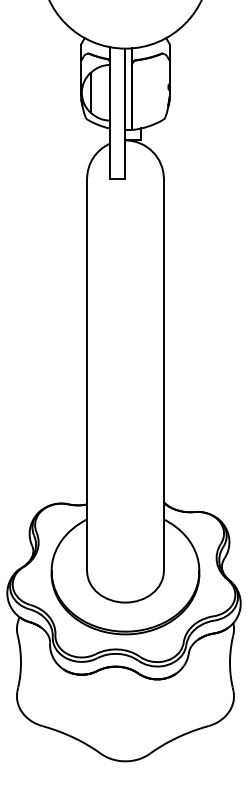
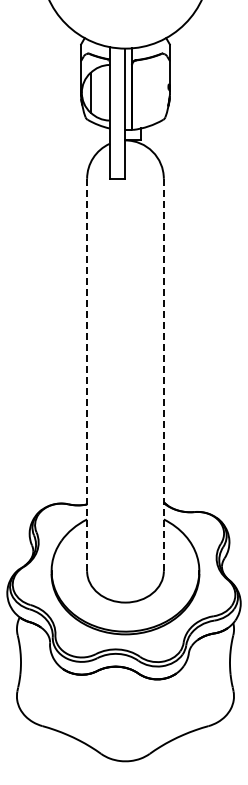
line at (87, 375): solid -> dashed
line at (163, 375): solid -> dashed
